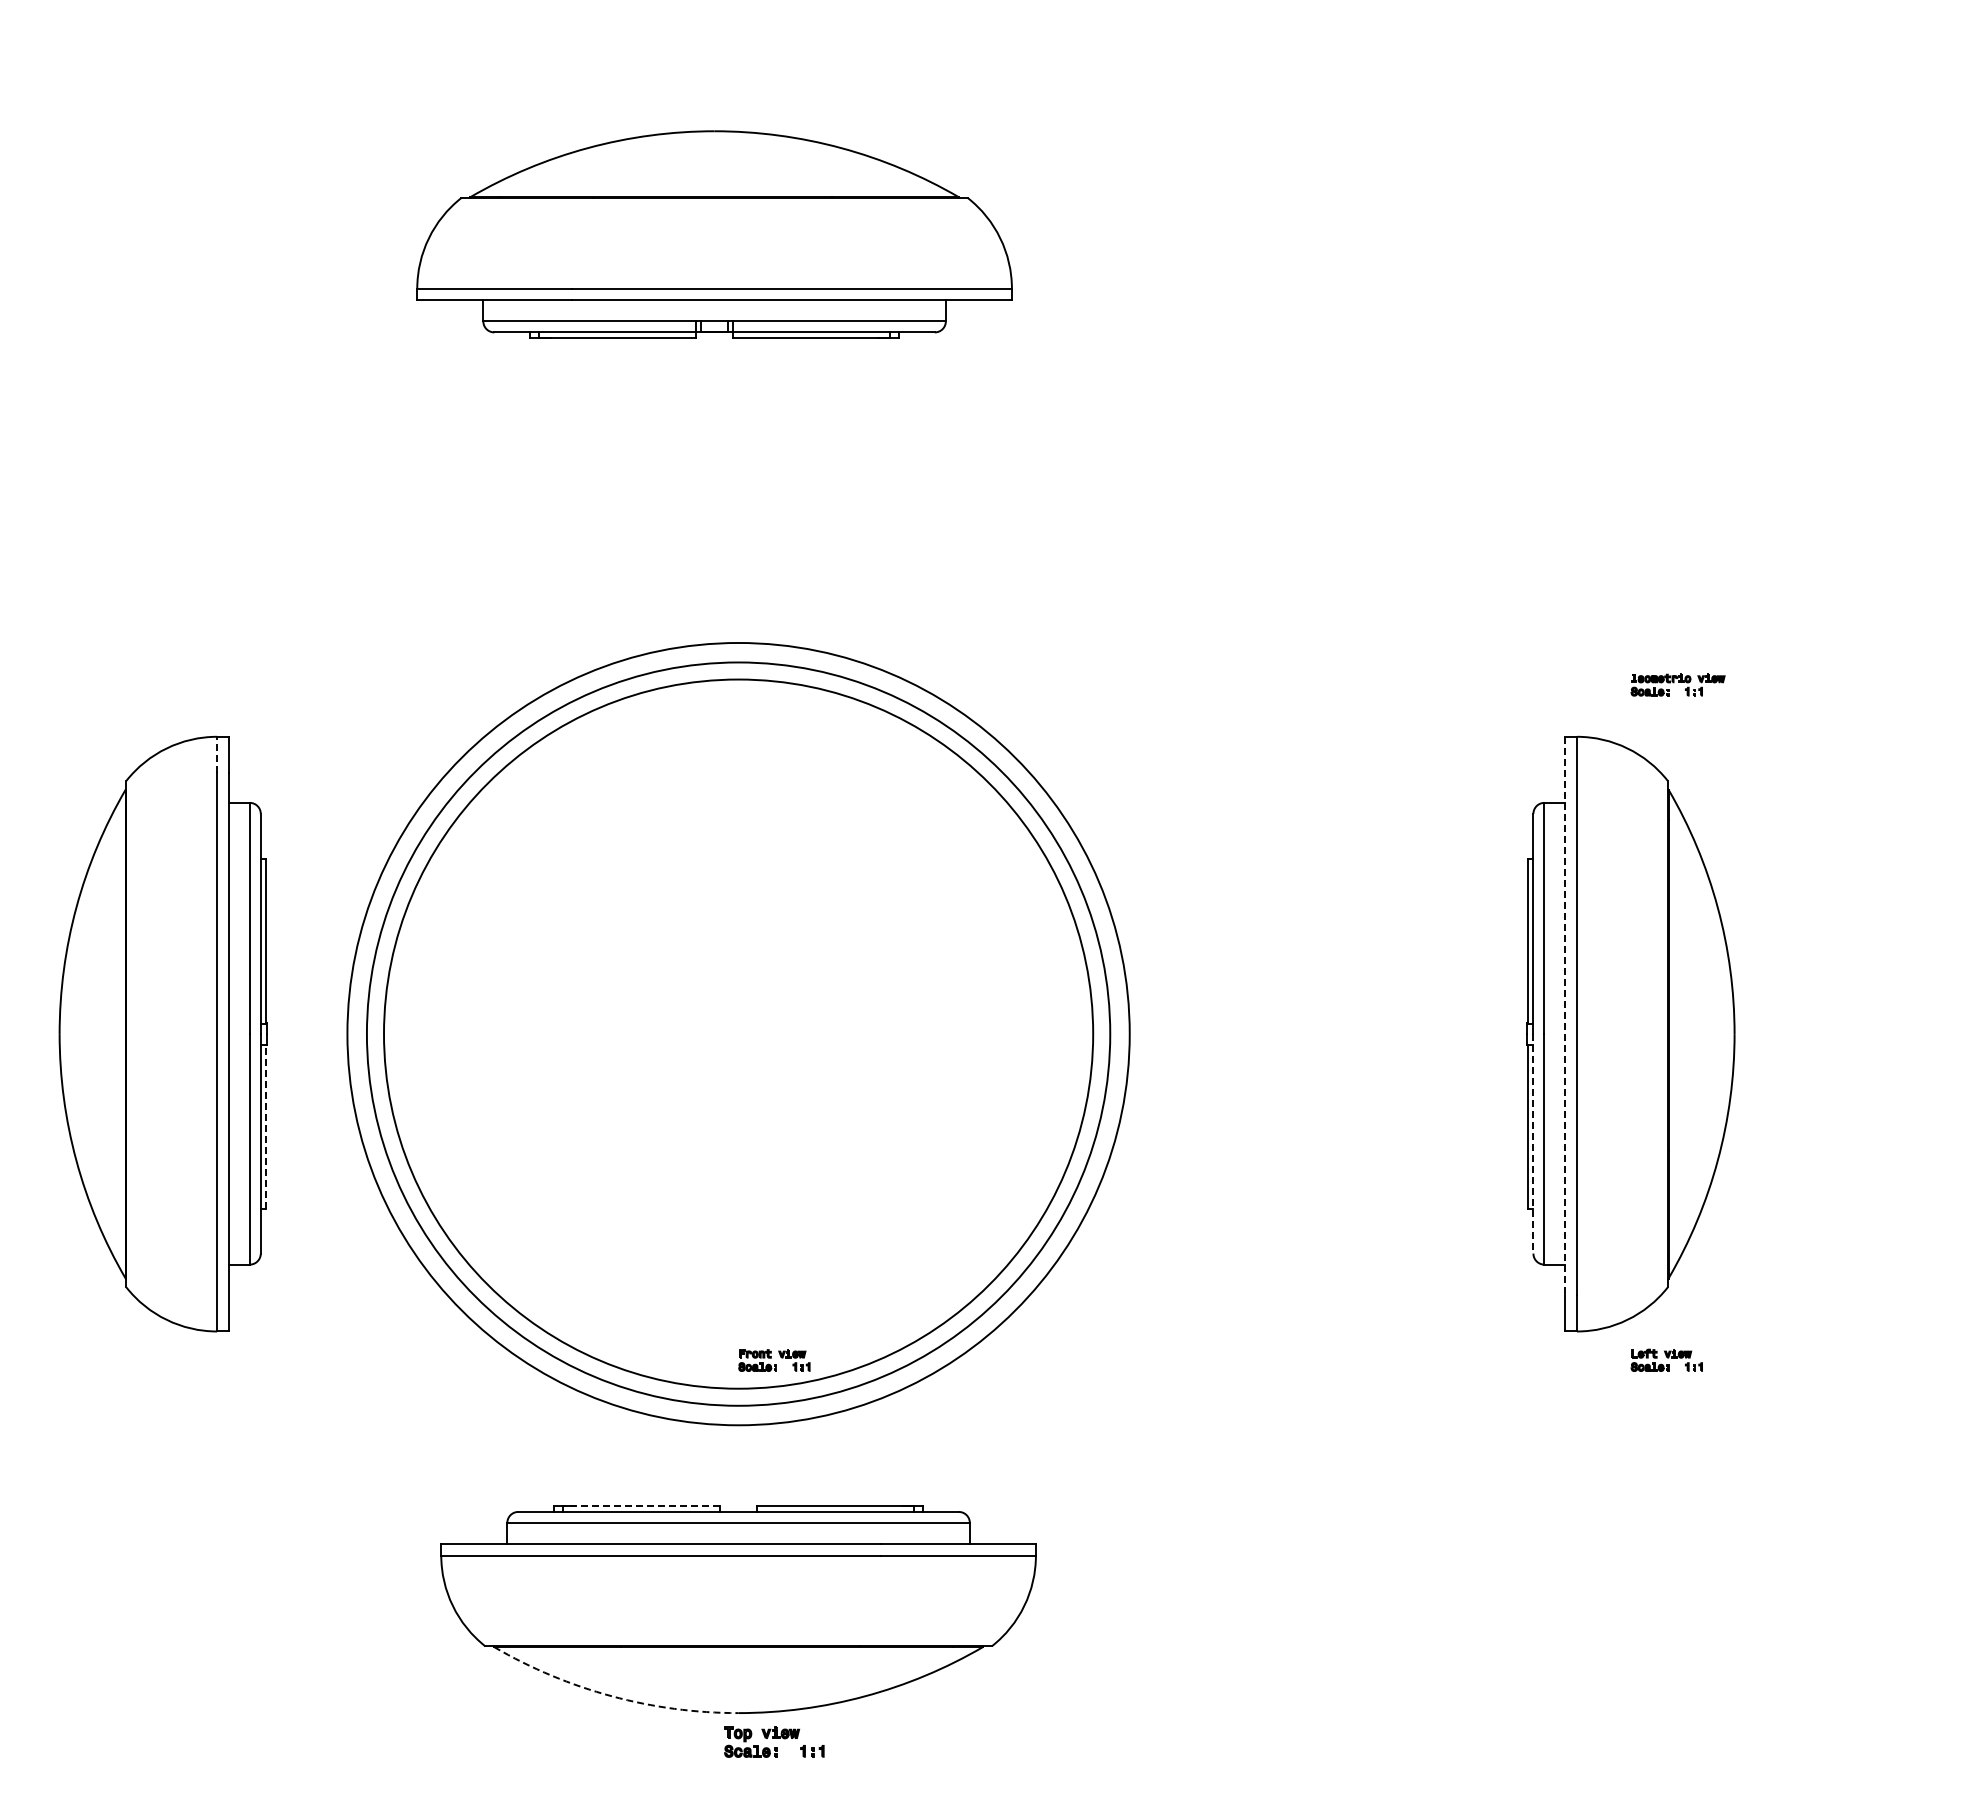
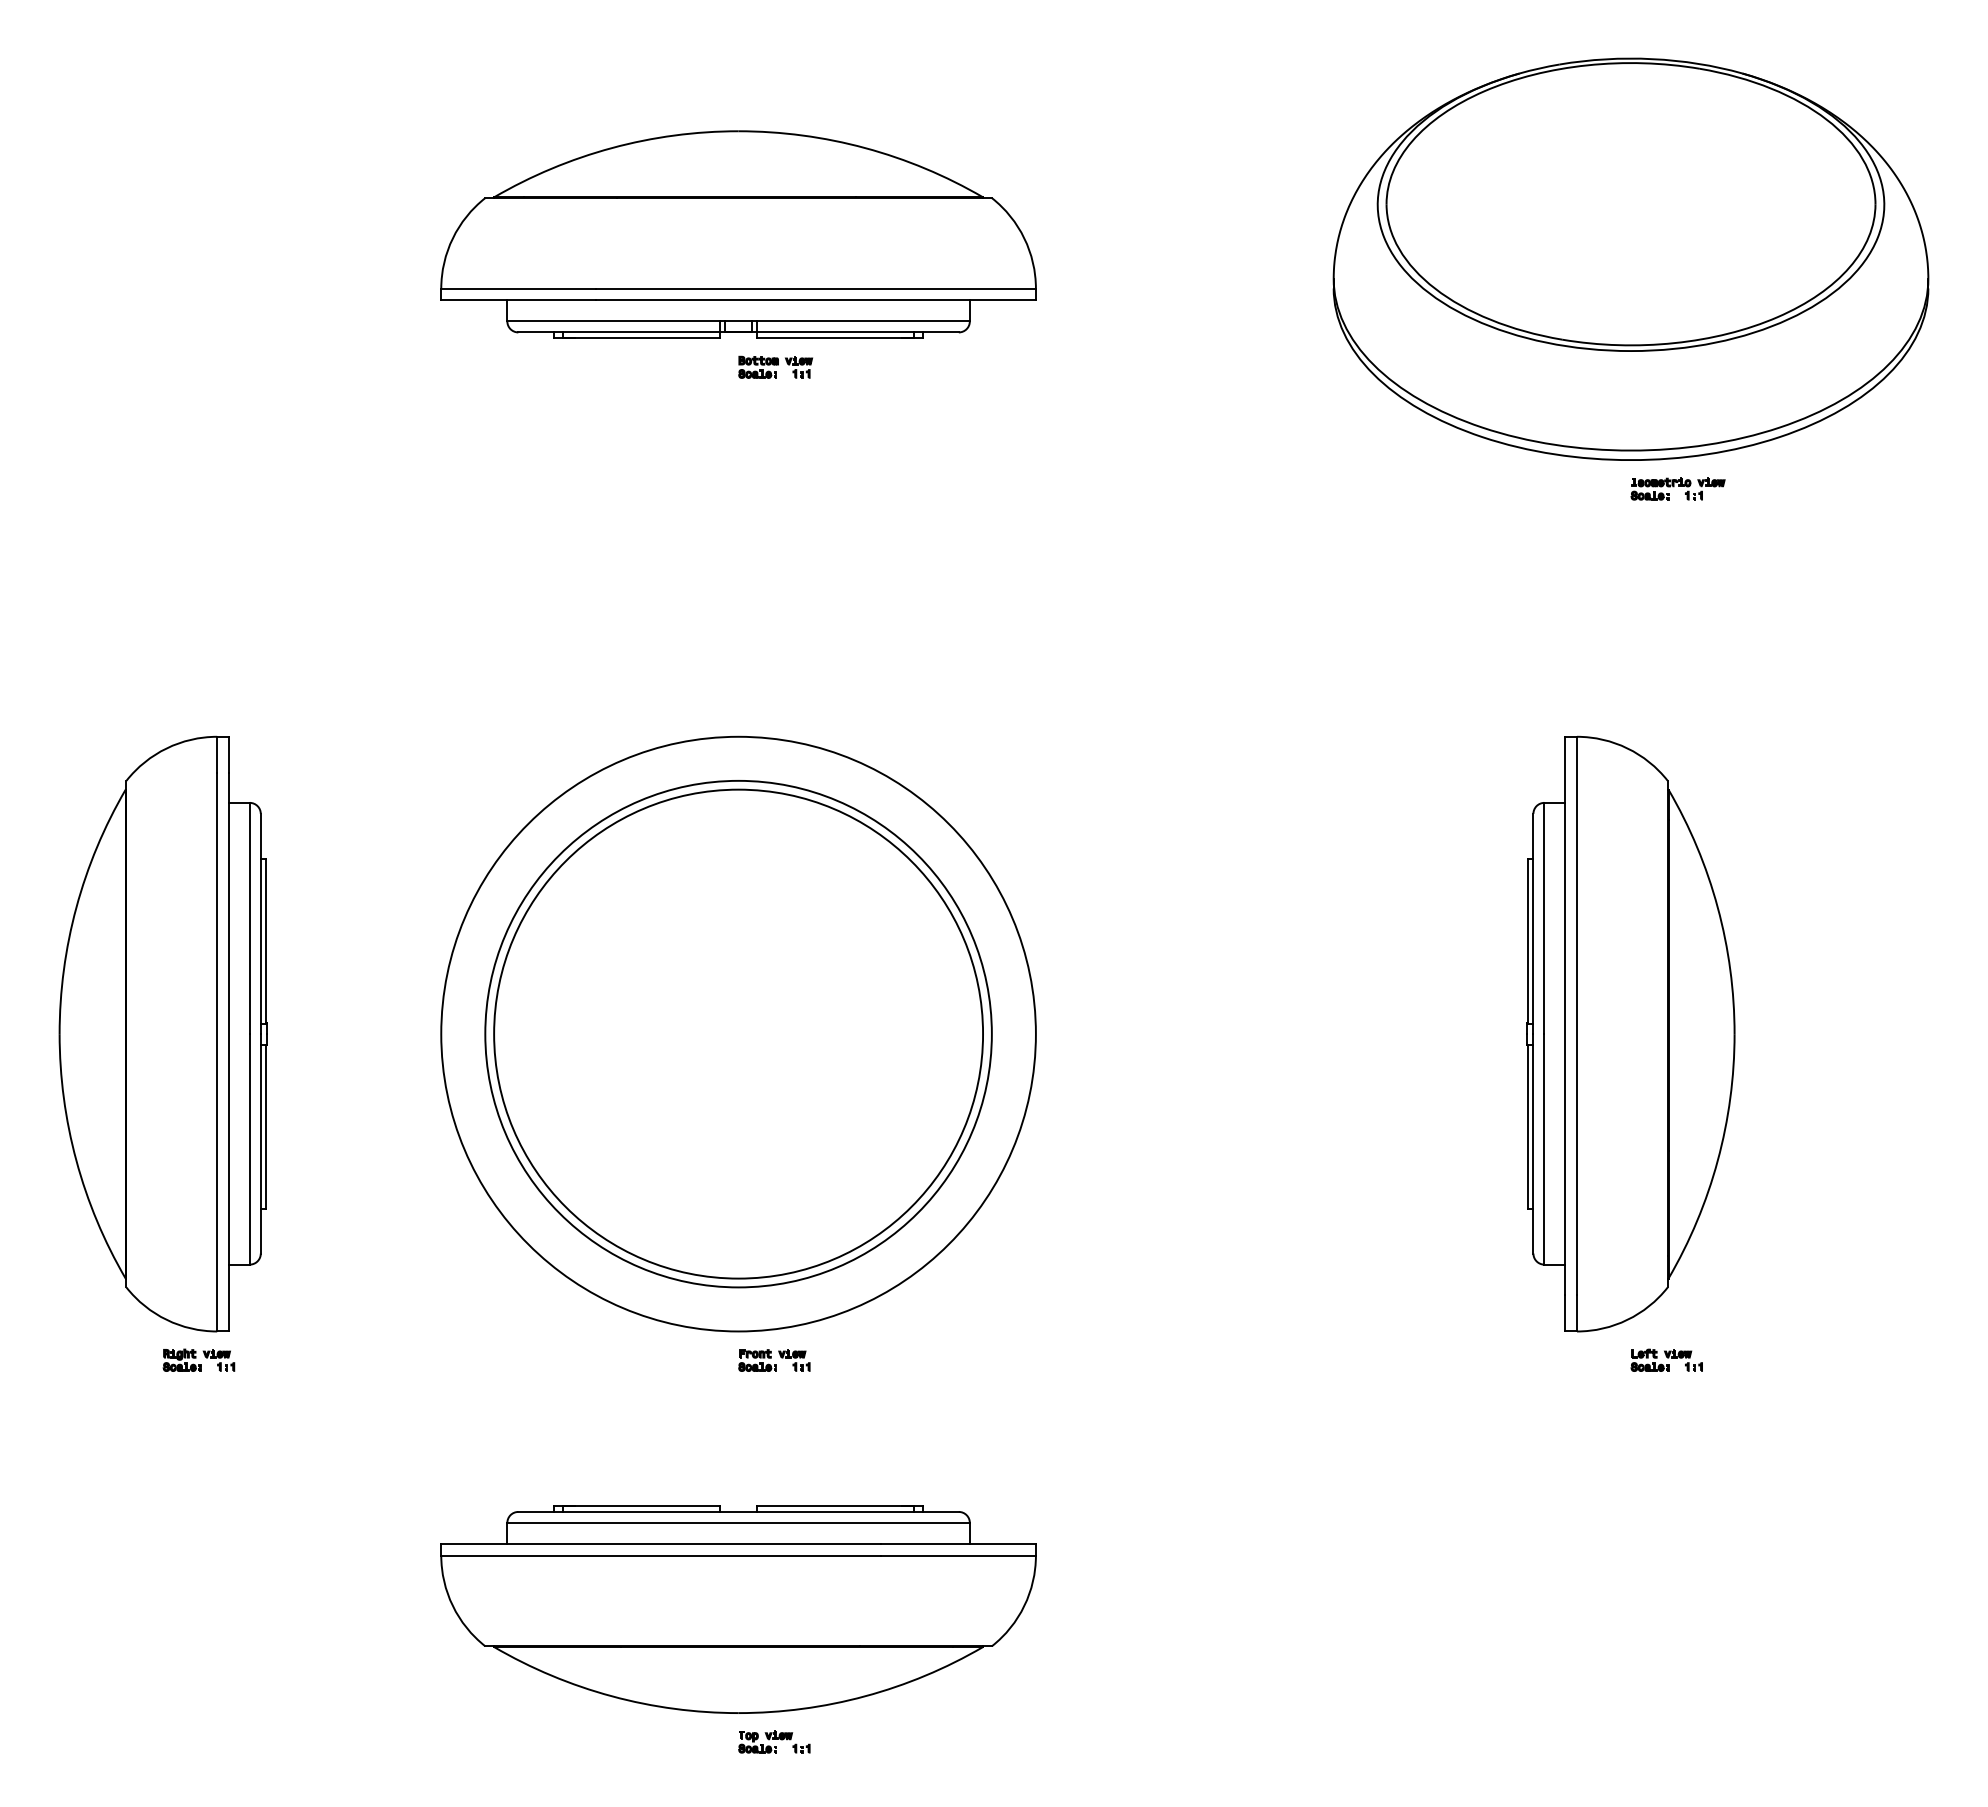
part at (714, 234) position: (714, 234) -> (738, 234)
part at (1630, 258): none -> present
part at (775, 366): none -> present
part at (1677, 684) position: (1677, 684) -> (1677, 488)
line at (217, 754): dashed -> solid
line at (1565, 1016): dashed -> solid
circle at (738, 1033) diameter: 709 px -> 507 px
circle at (738, 1033) diameter: 743 px -> 595 px
circle at (738, 1033) diameter: 782 px -> 489 px
line at (266, 1126): dashed -> solid
line at (1533, 1143): dashed -> solid
part at (198, 1359): none -> present
line at (641, 1506): dashed -> solid
arc at (611, 1696): dashed -> solid
part at (774, 1741) size: 101x32 px -> 73x24 px
